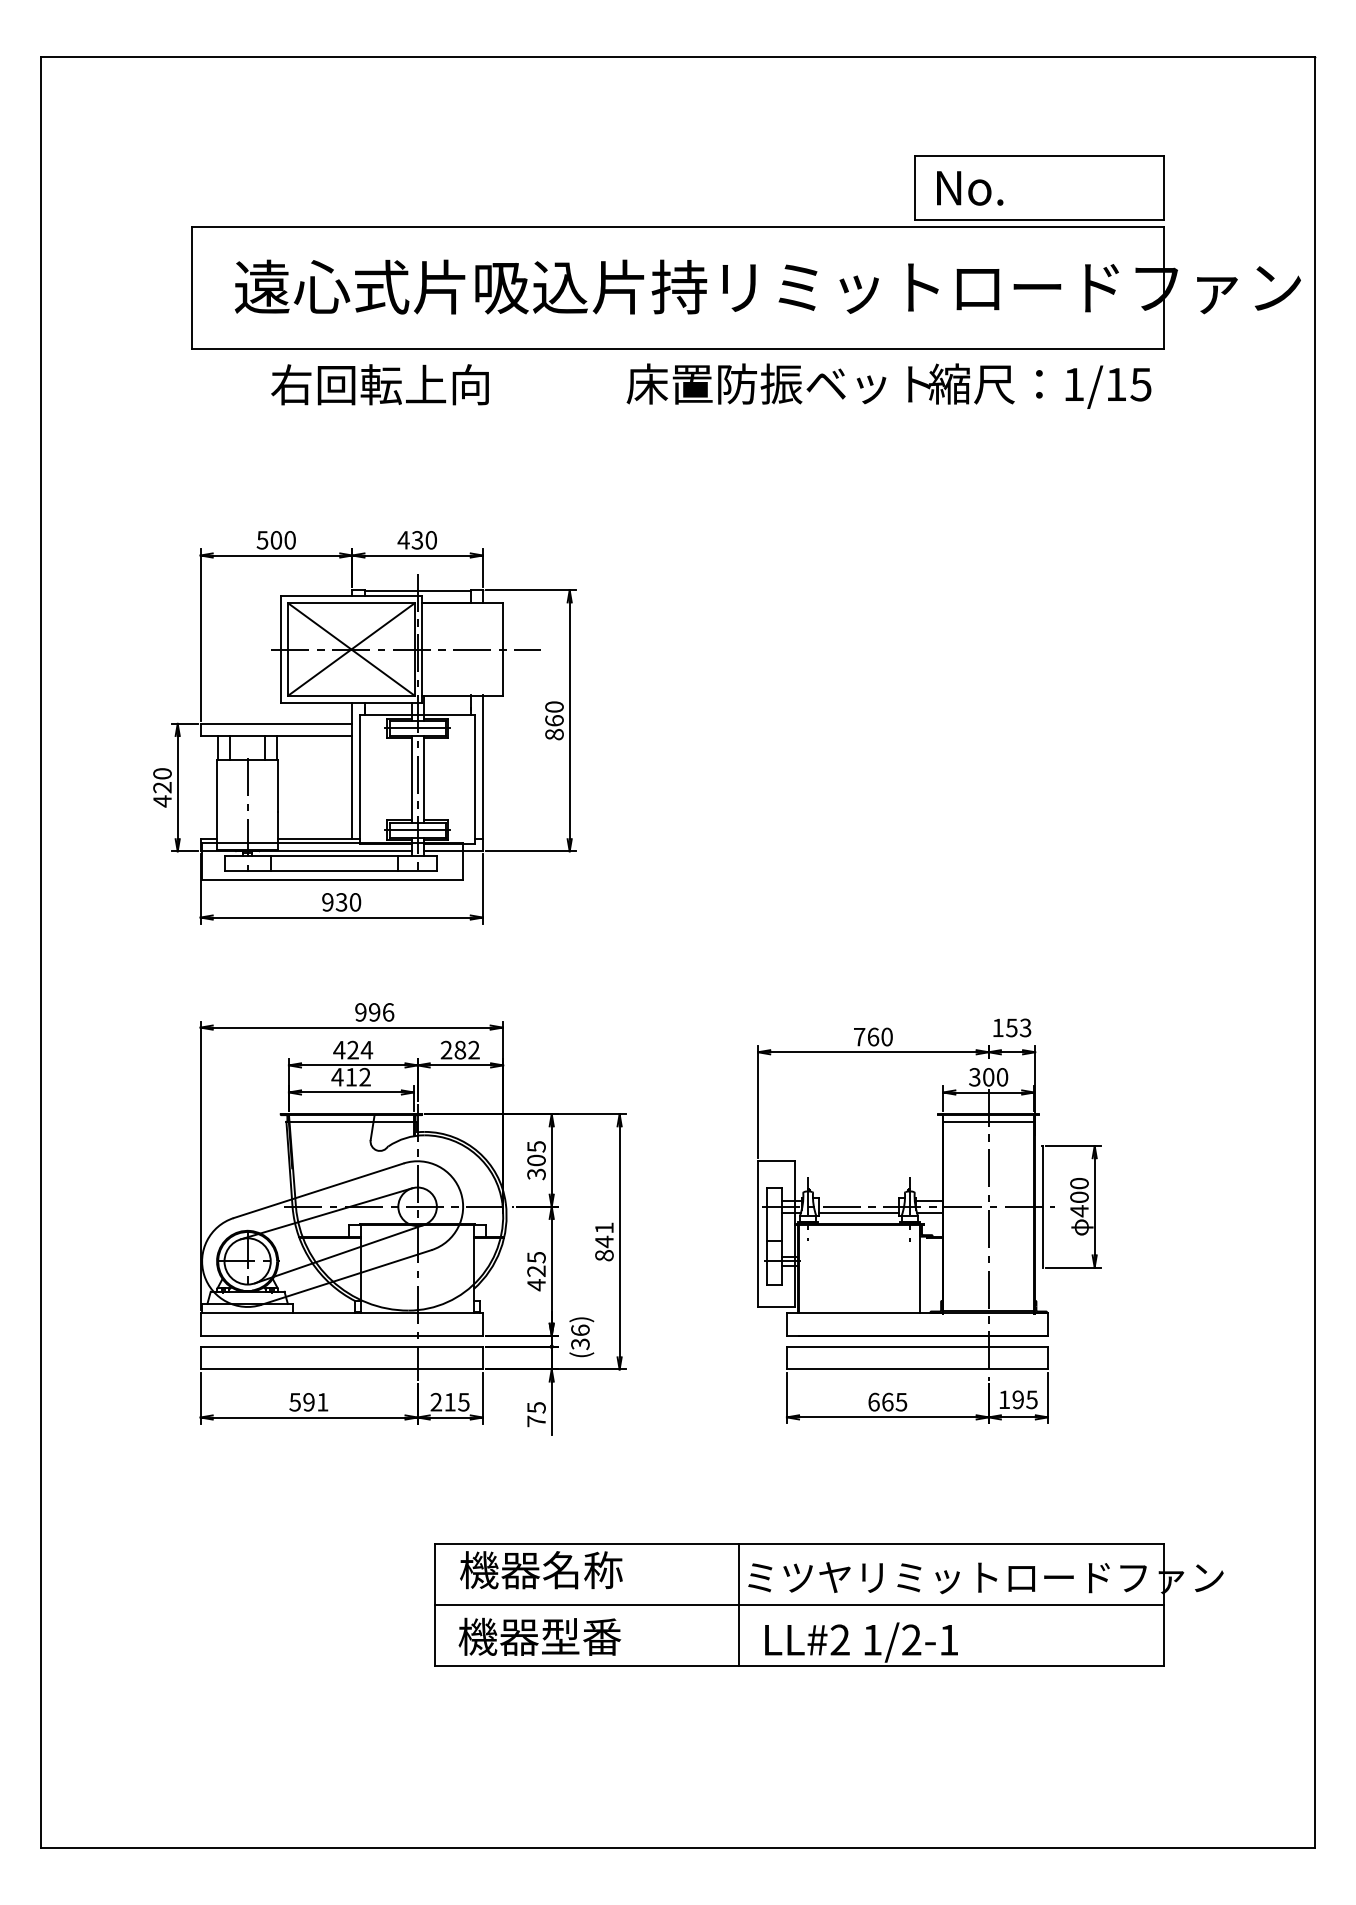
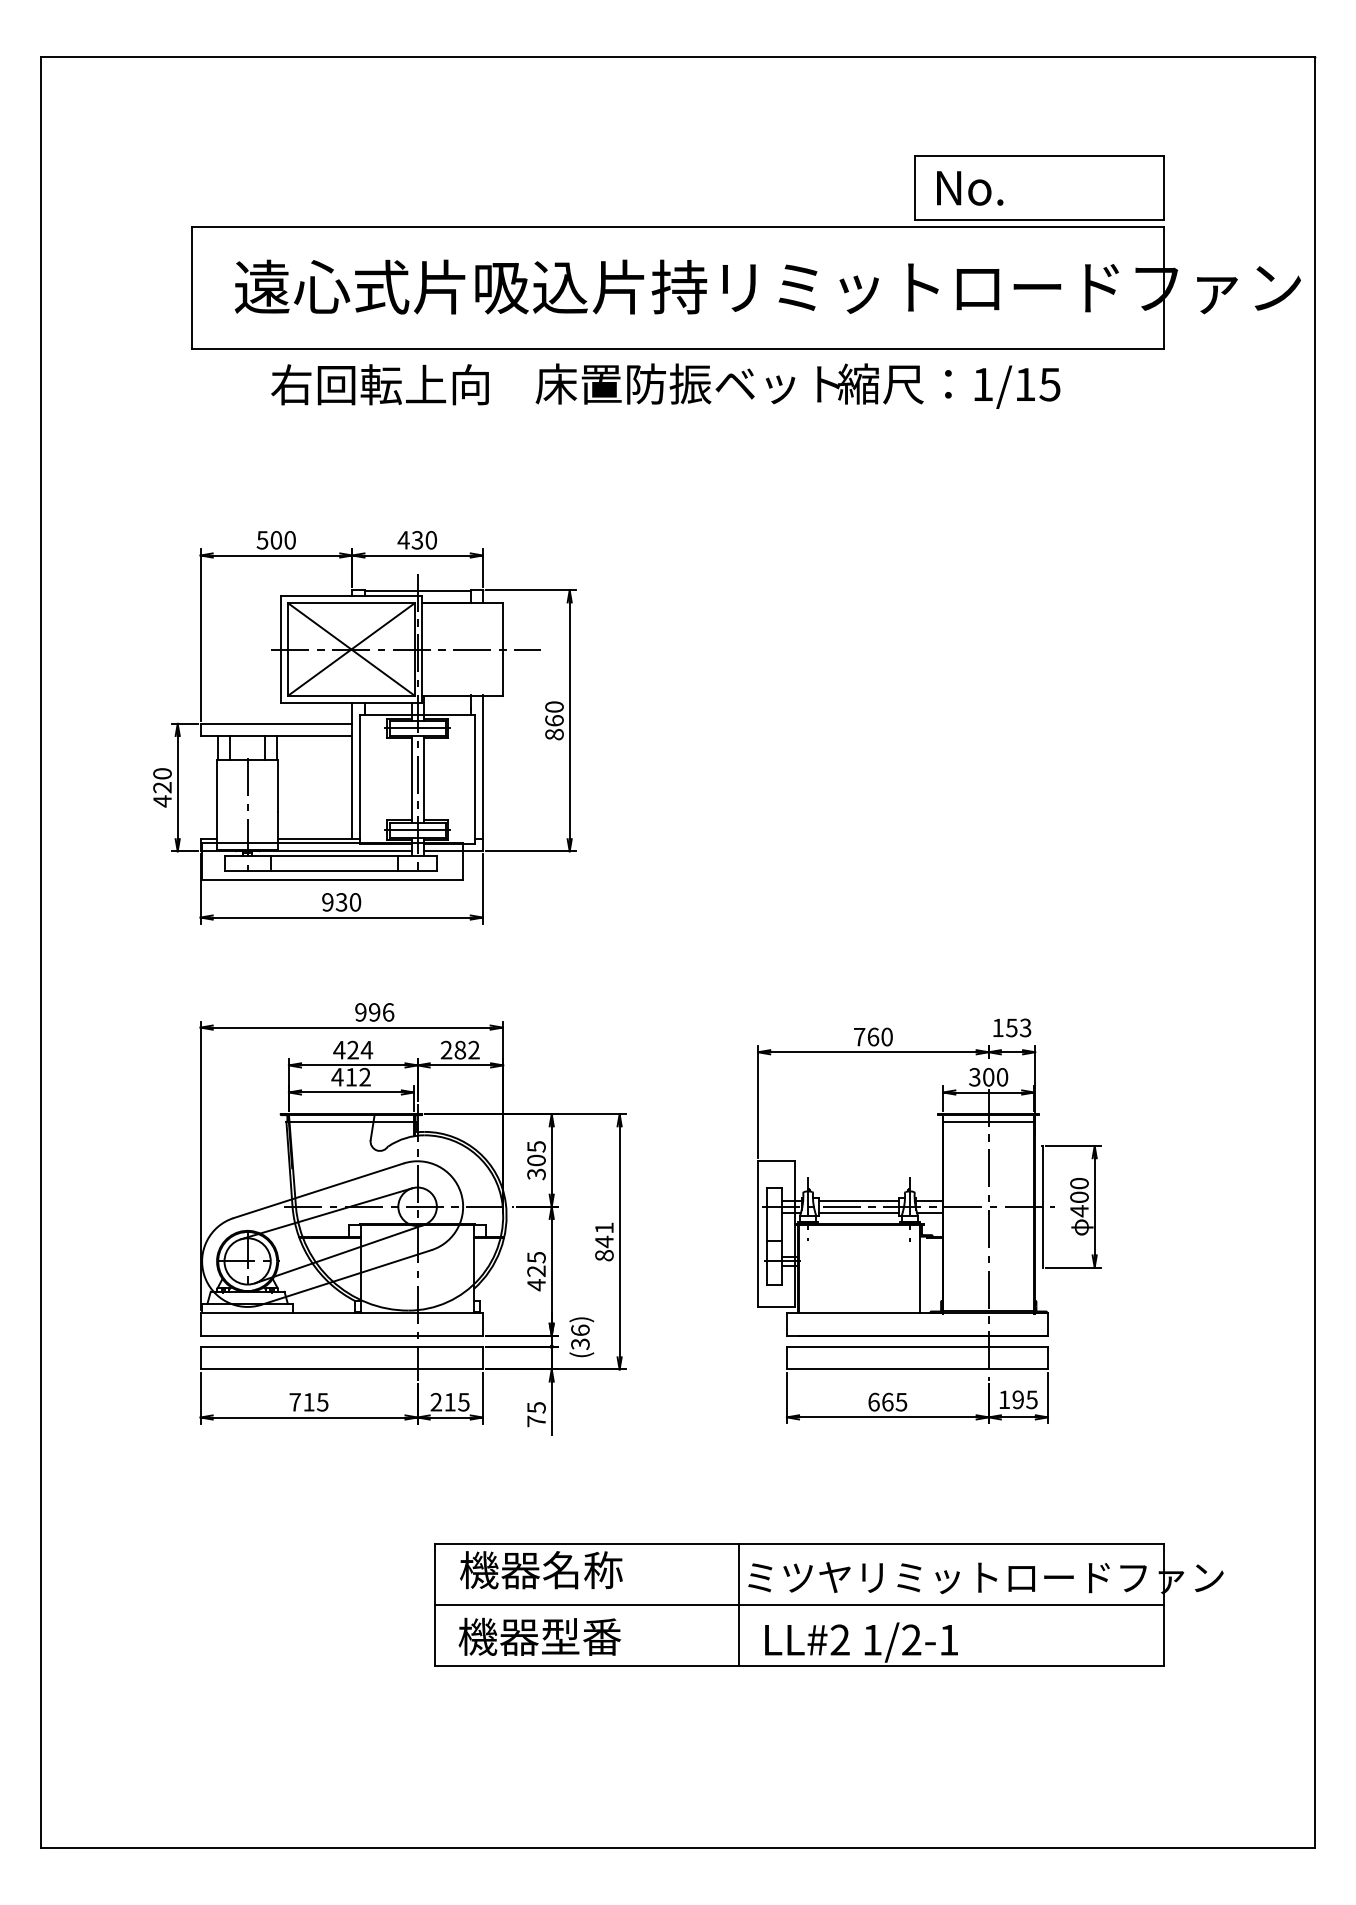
text at (888, 385) position: (888, 385) -> (797, 385)
line at (858, 1200): none -> present
text at (308, 1402): 591 -> 715
